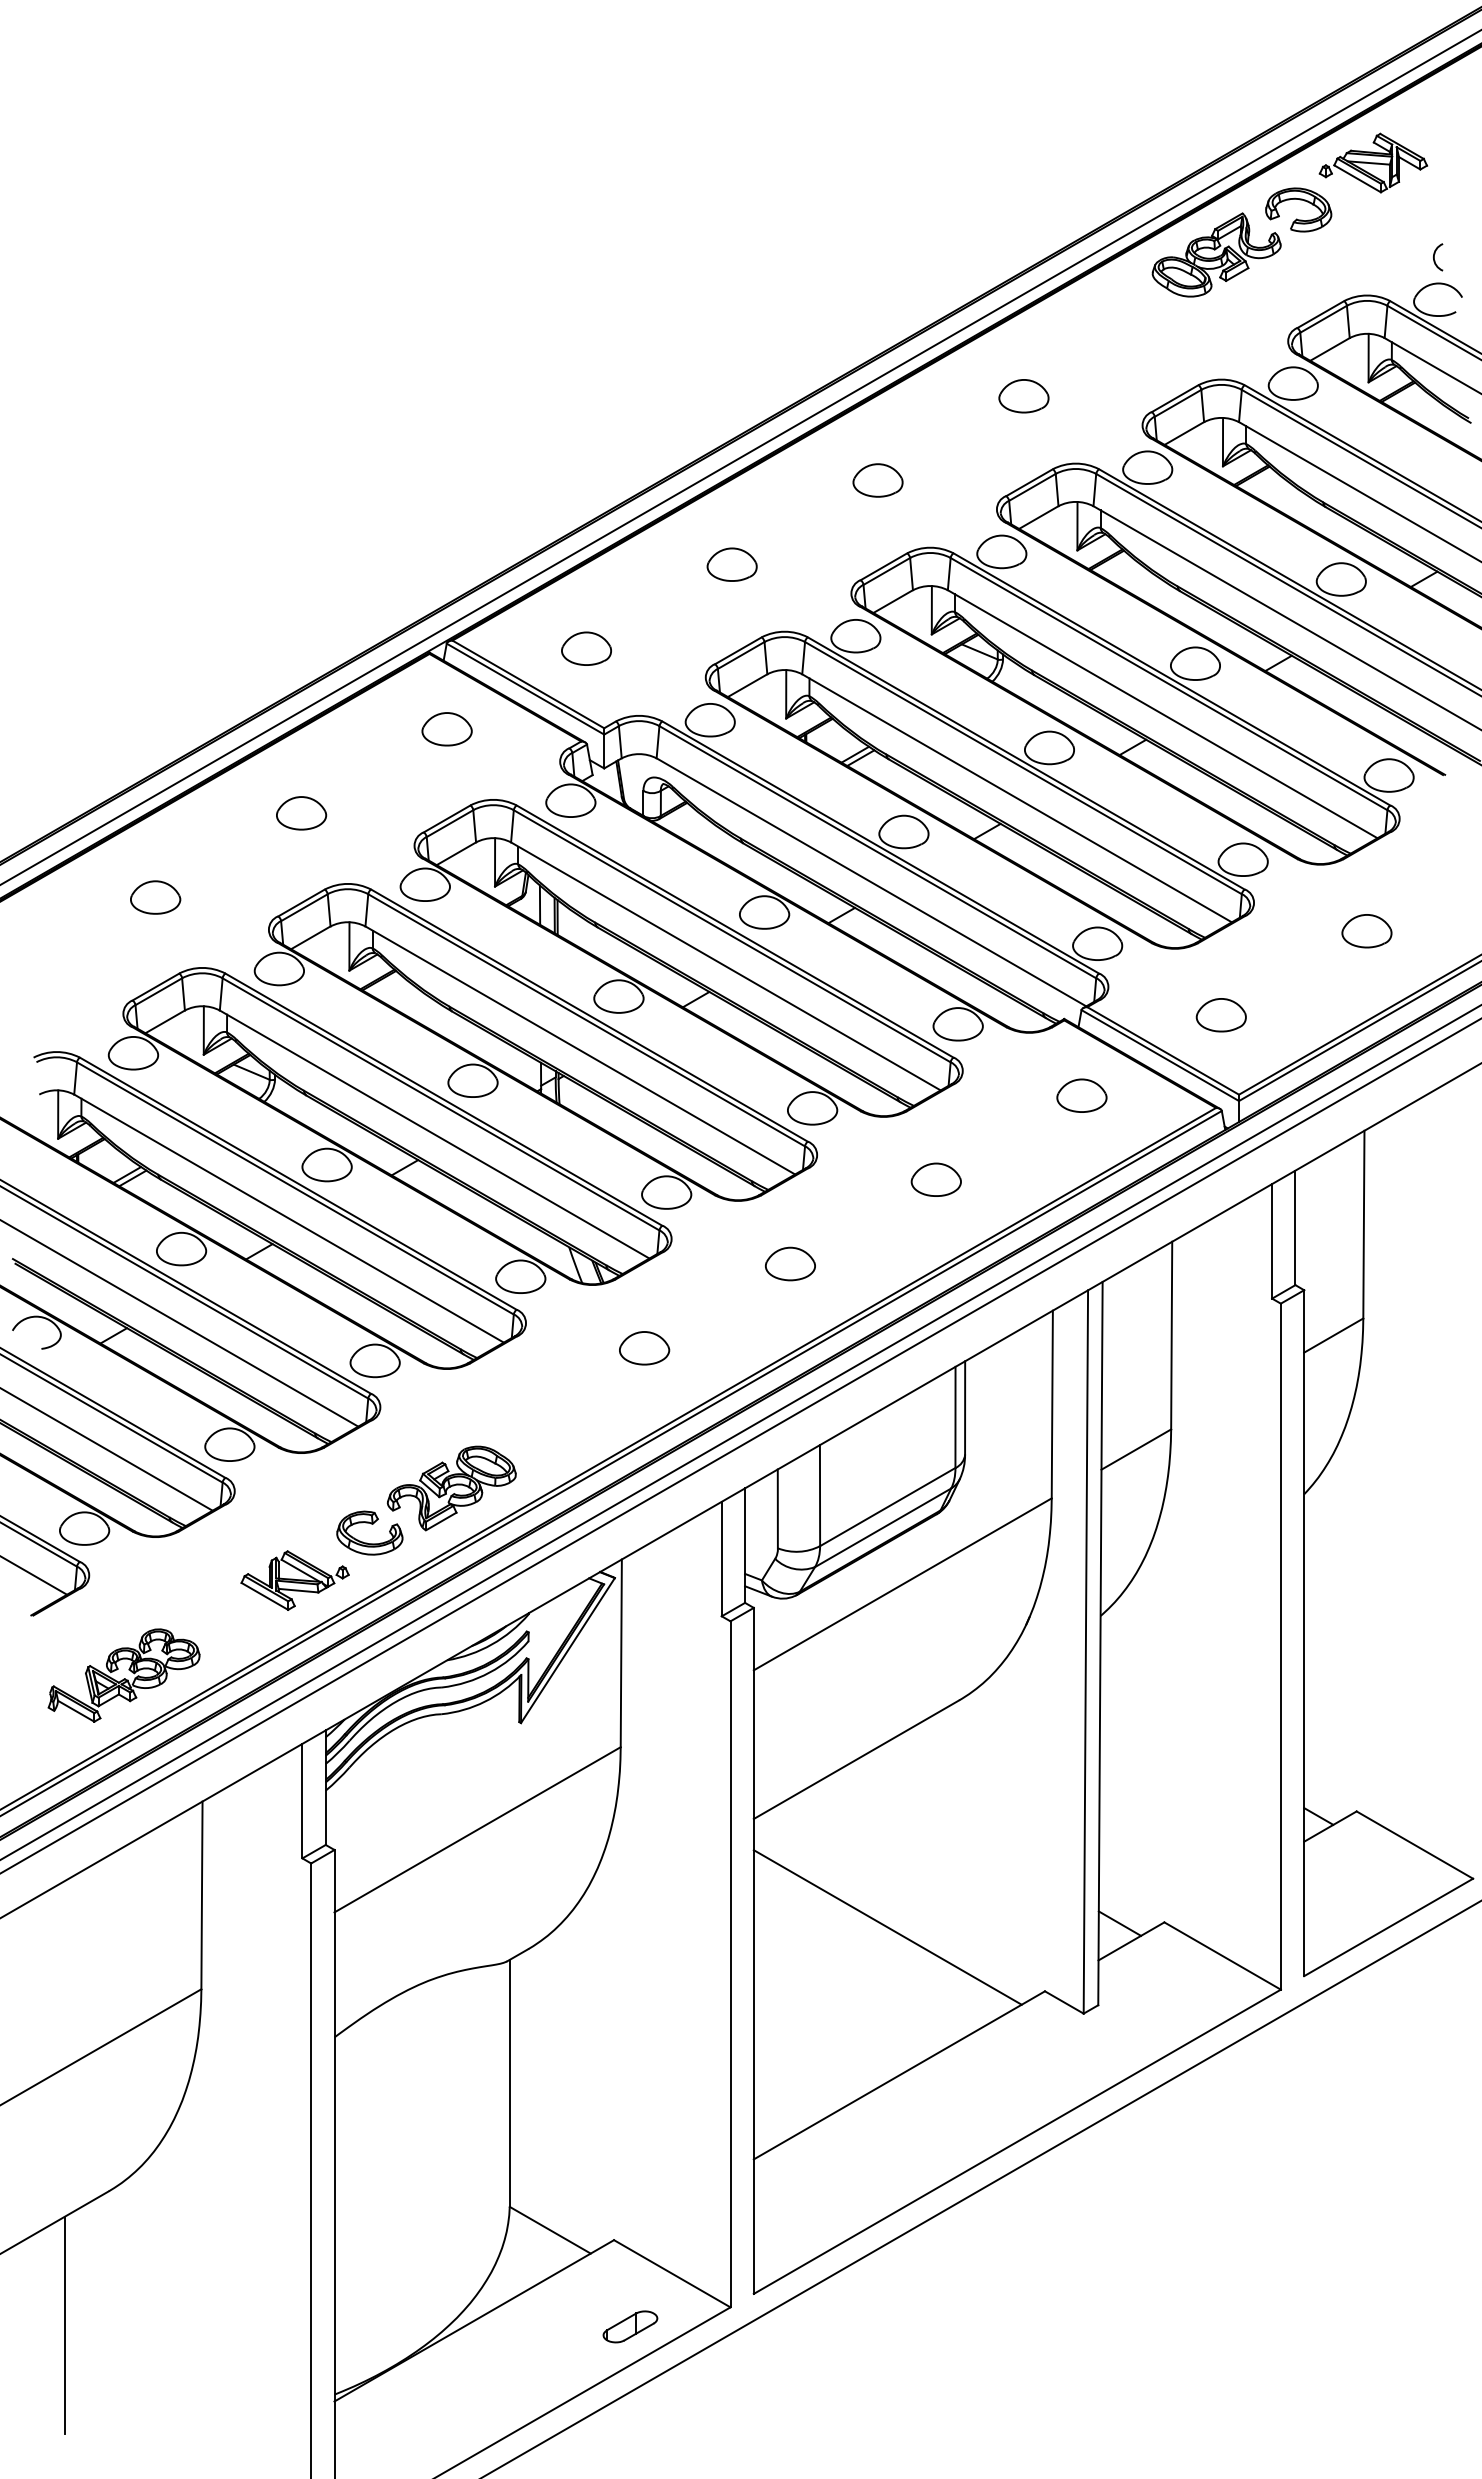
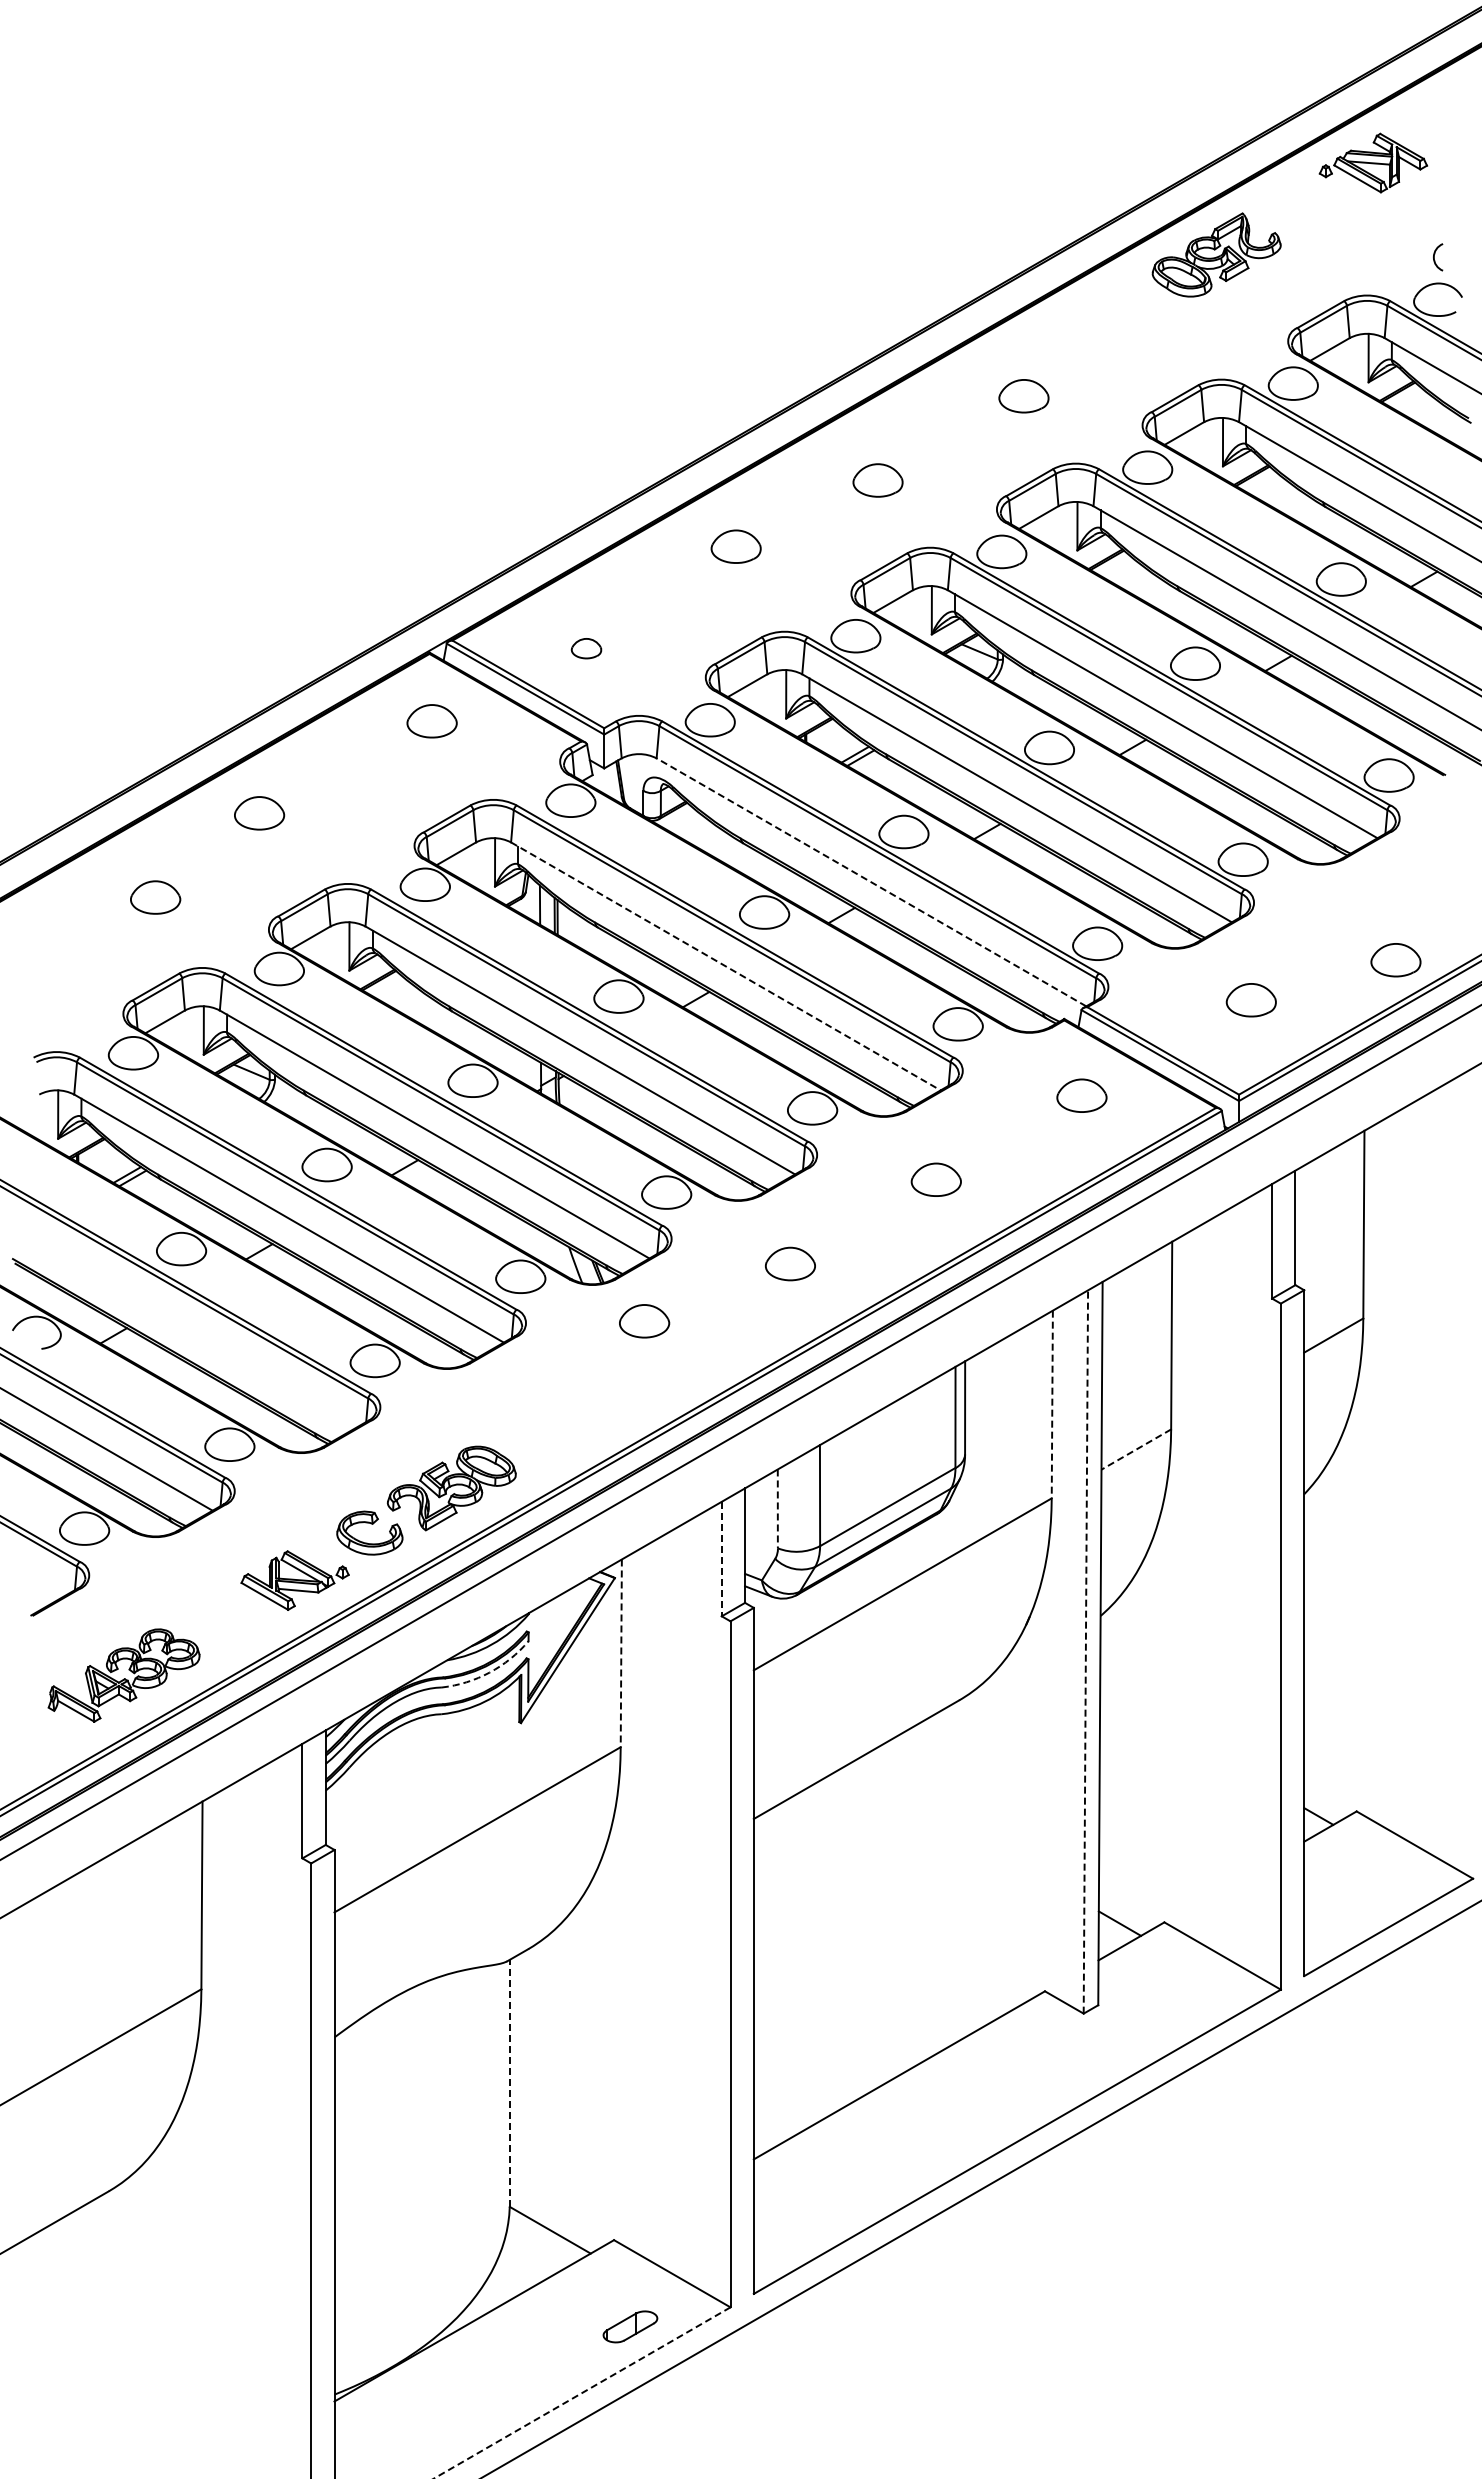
part at (1299, 200): present -> none
line at (740, 457): present -> none
part at (731, 564) position: (731, 564) -> (735, 546)
part at (586, 648) size: 51x35 px -> 33x22 px
part at (446, 729) position: (446, 729) -> (431, 721)
part at (301, 813) position: (301, 813) -> (259, 813)
line at (871, 882): solid -> dashed
part at (1366, 931) position: (1366, 931) -> (1395, 960)
line at (726, 966): solid -> dashed
part at (1220, 1015) position: (1220, 1015) -> (1250, 1000)
line at (180, 1323): present -> none
part at (644, 1348) position: (644, 1348) -> (644, 1321)
line at (1052, 1404): solid -> dashed
line at (740, 1446): present -> none
line at (1135, 1449): solid -> dashed
line at (777, 1509): solid -> dashed
line at (721, 1559): solid -> dashed
line at (34, 1575): present -> none
line at (1085, 1651): solid -> dashed
line at (621, 1653): solid -> dashed
arc at (489, 1672): solid -> dashed
line at (887, 1927): present -> none
line at (509, 2083): solid -> dashed
line at (65, 2325): present -> none
line at (581, 2393): solid -> dashed
